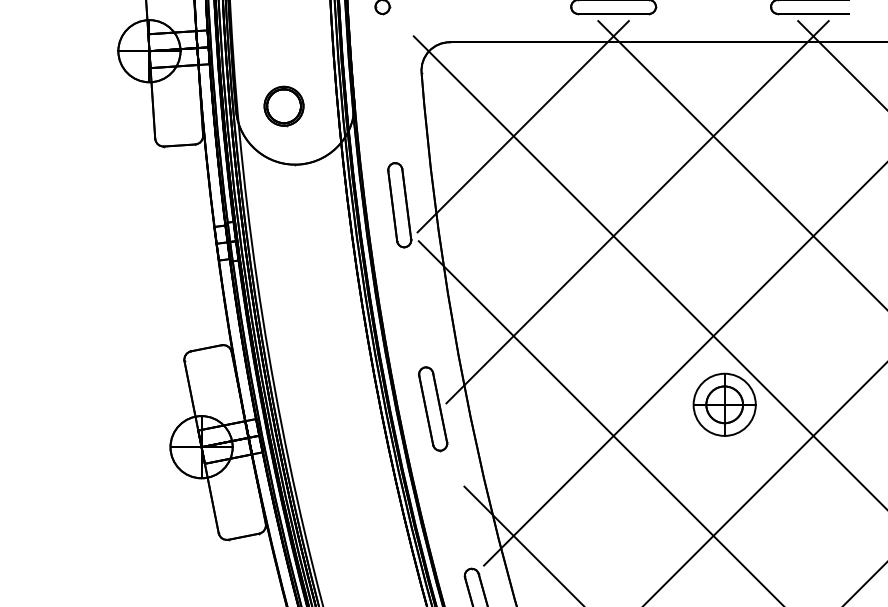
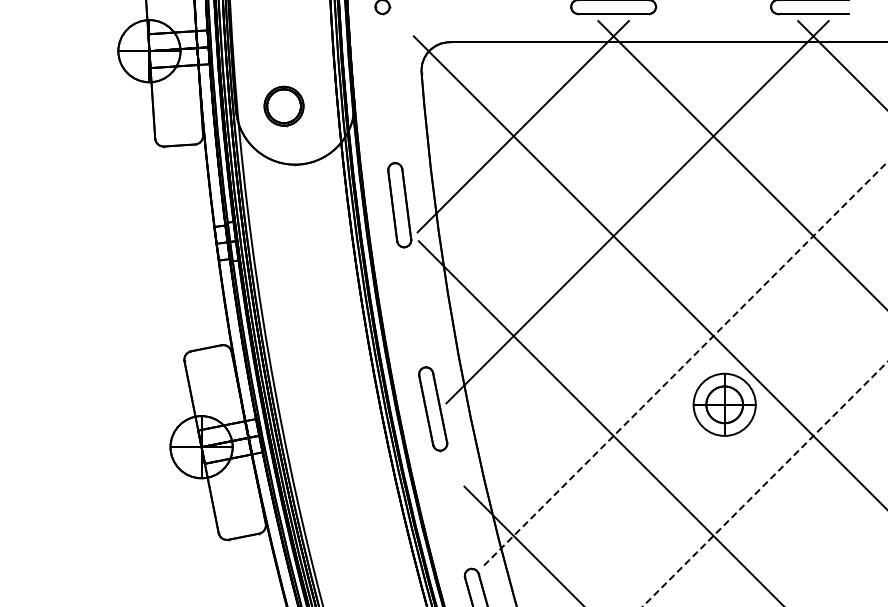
line at (686, 363): solid -> dashed
line at (765, 483): solid -> dashed
line at (864, 583): present -> none
